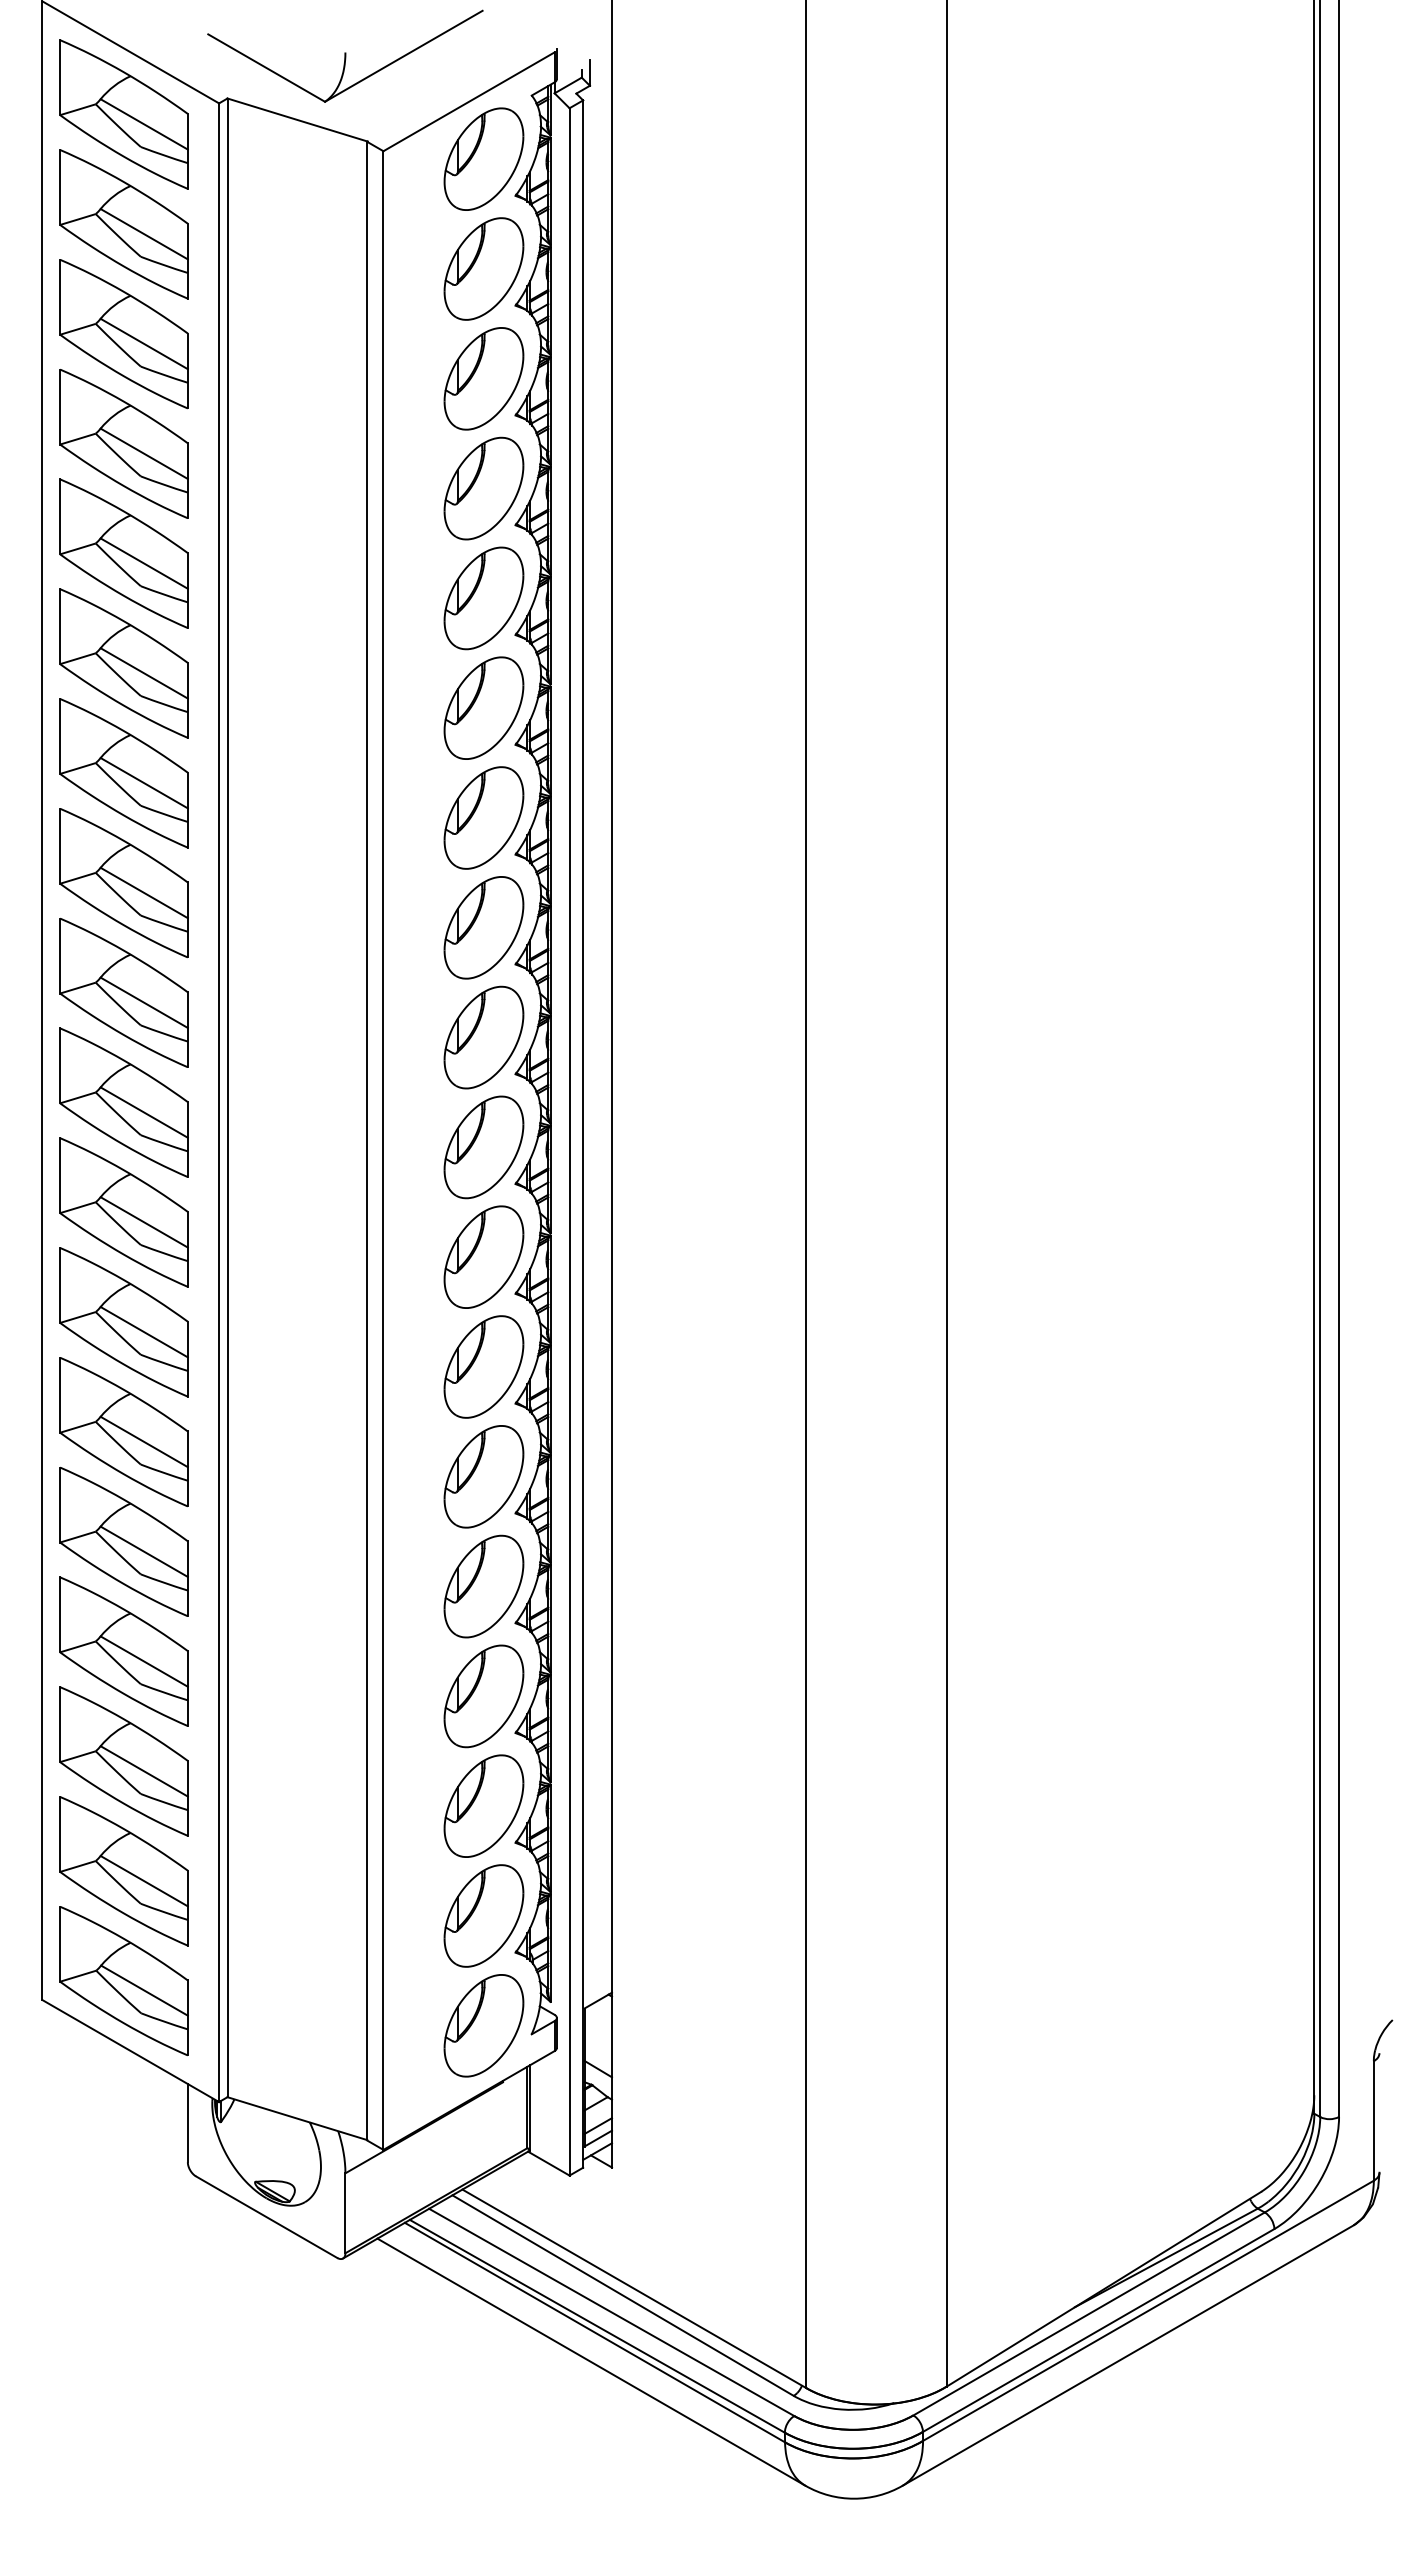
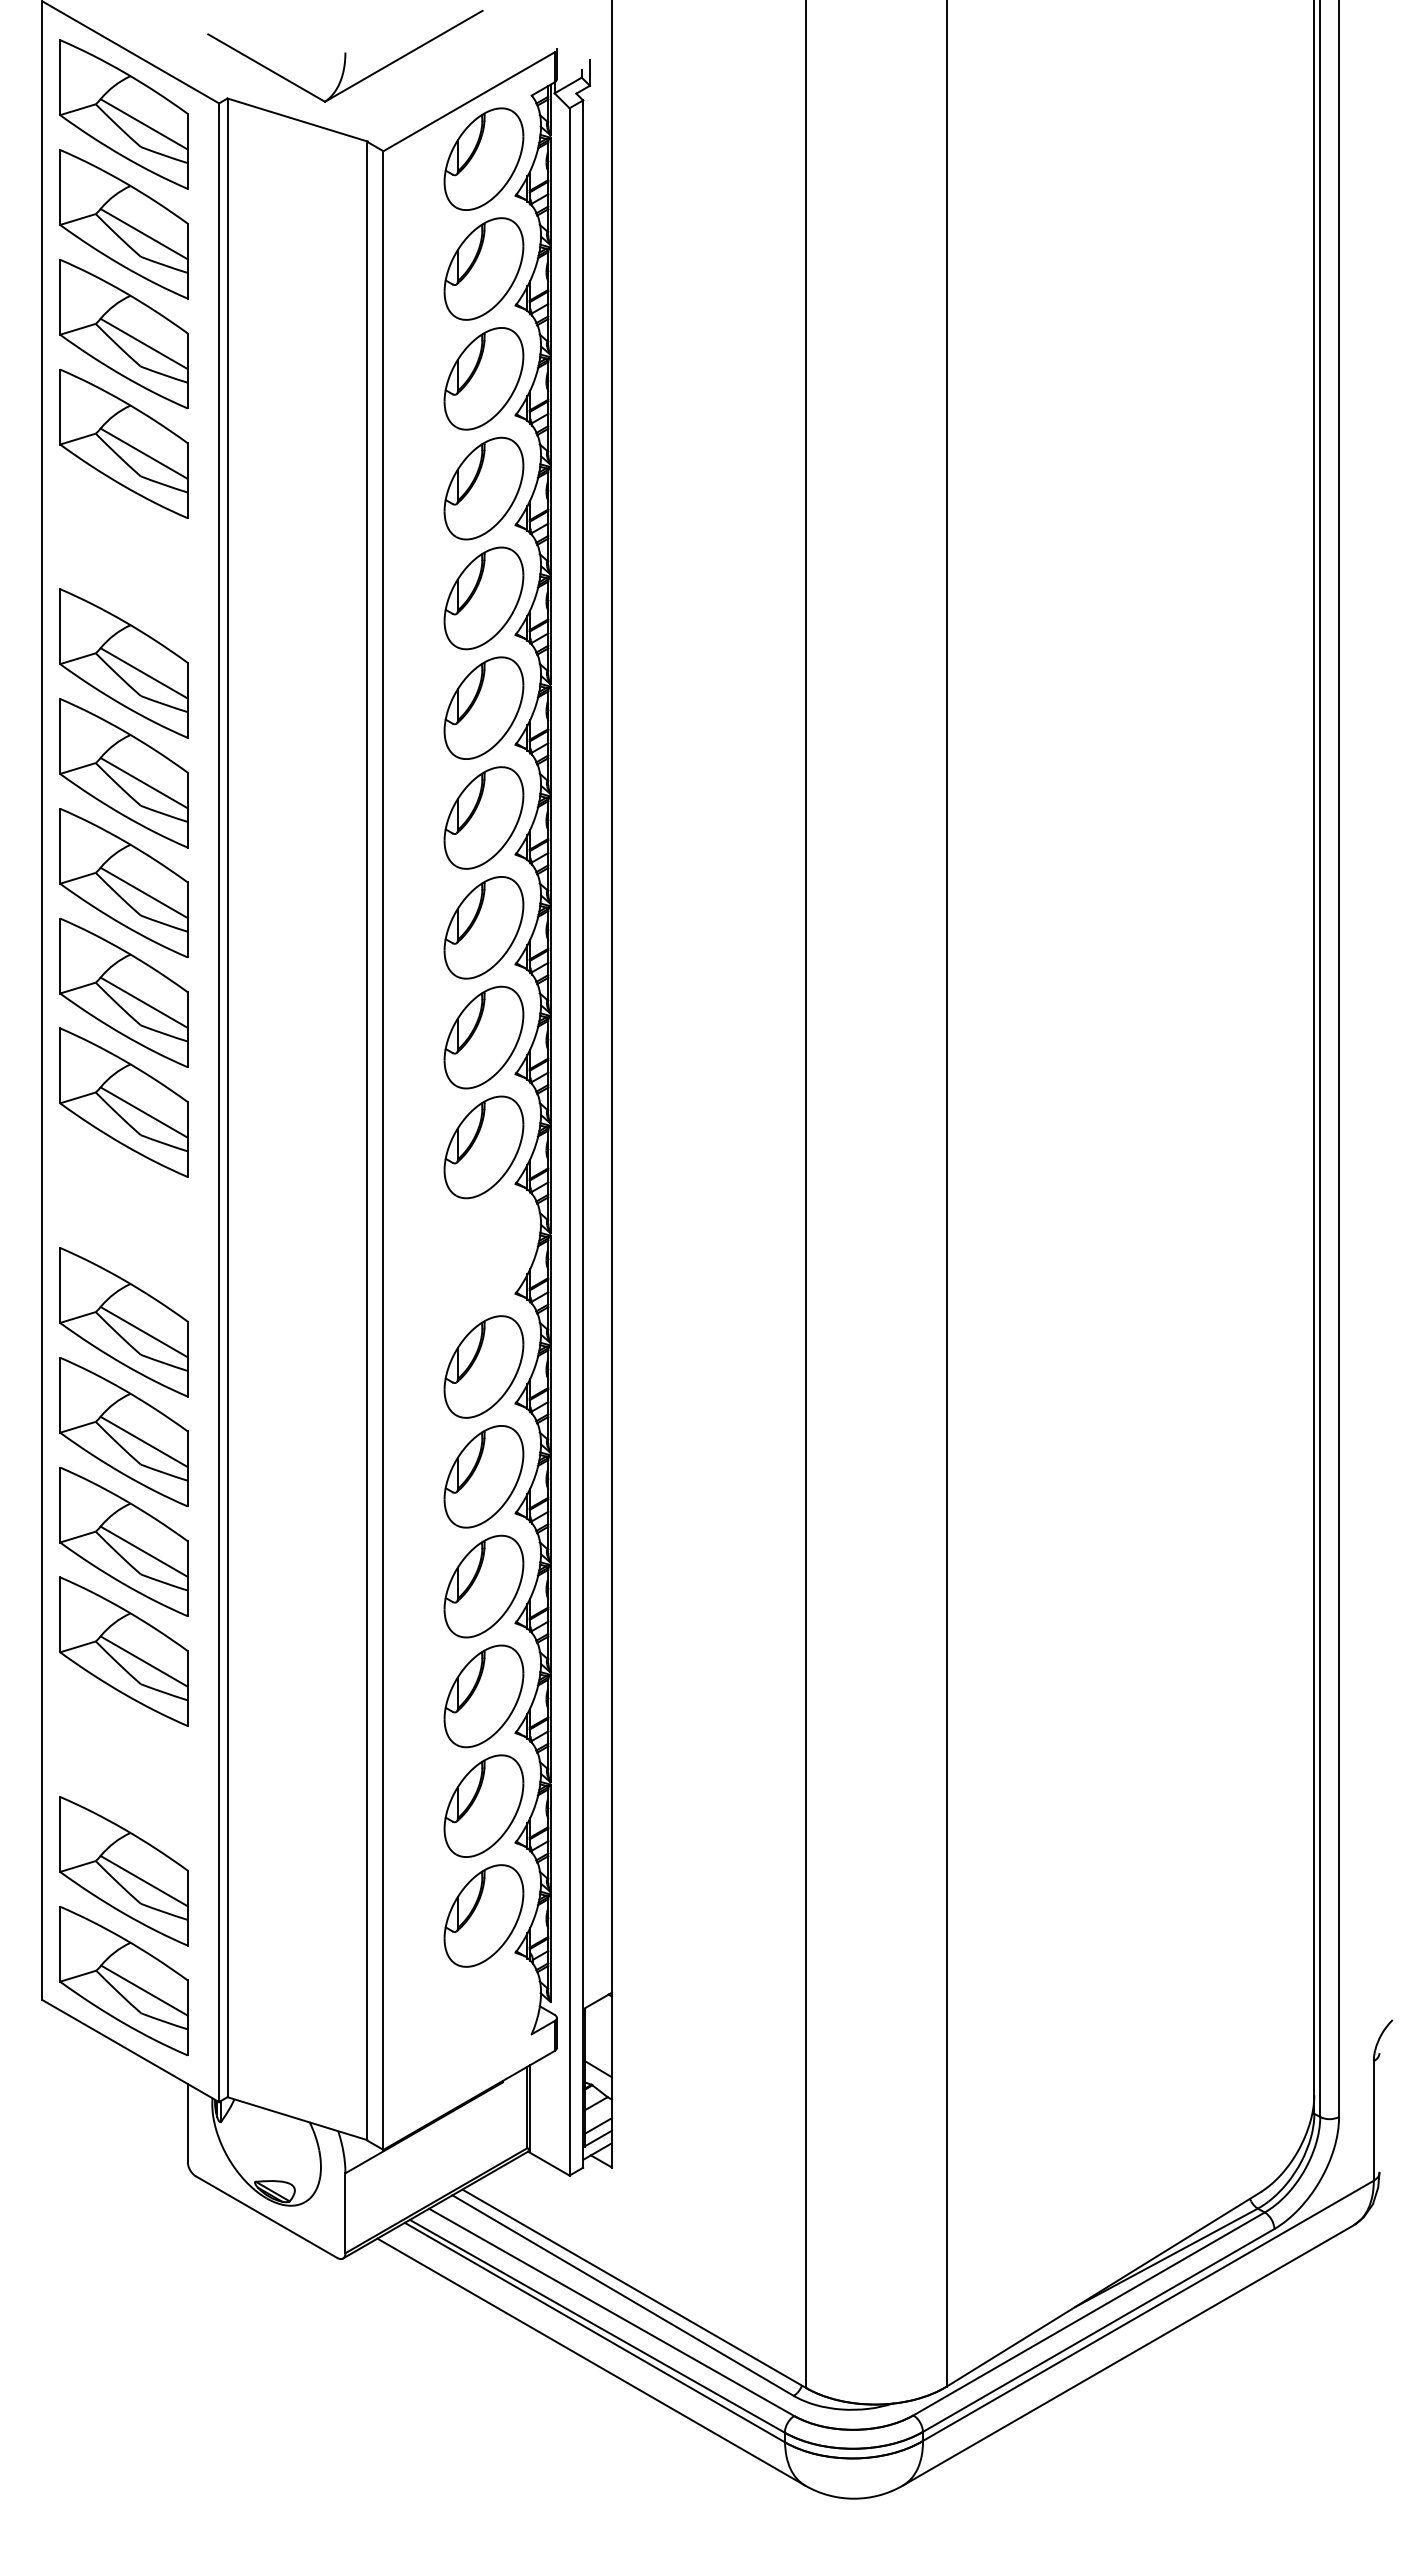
part at (123, 553): present -> none
part at (123, 1212): present -> none
part at (483, 1256): present -> none
part at (123, 1761): present -> none
part at (483, 2025): present -> none
